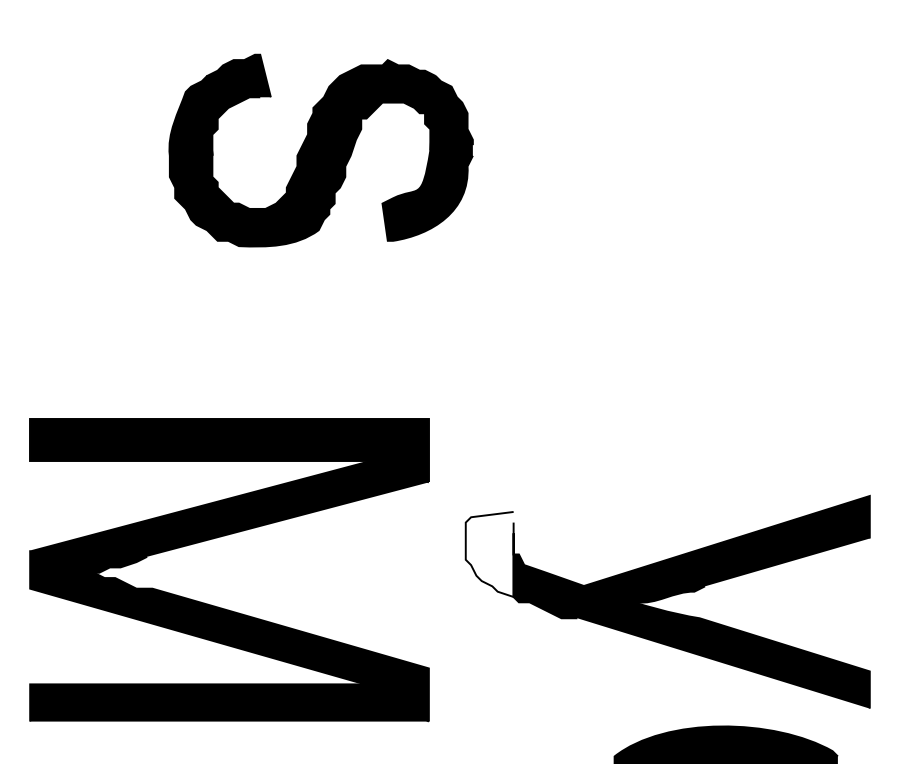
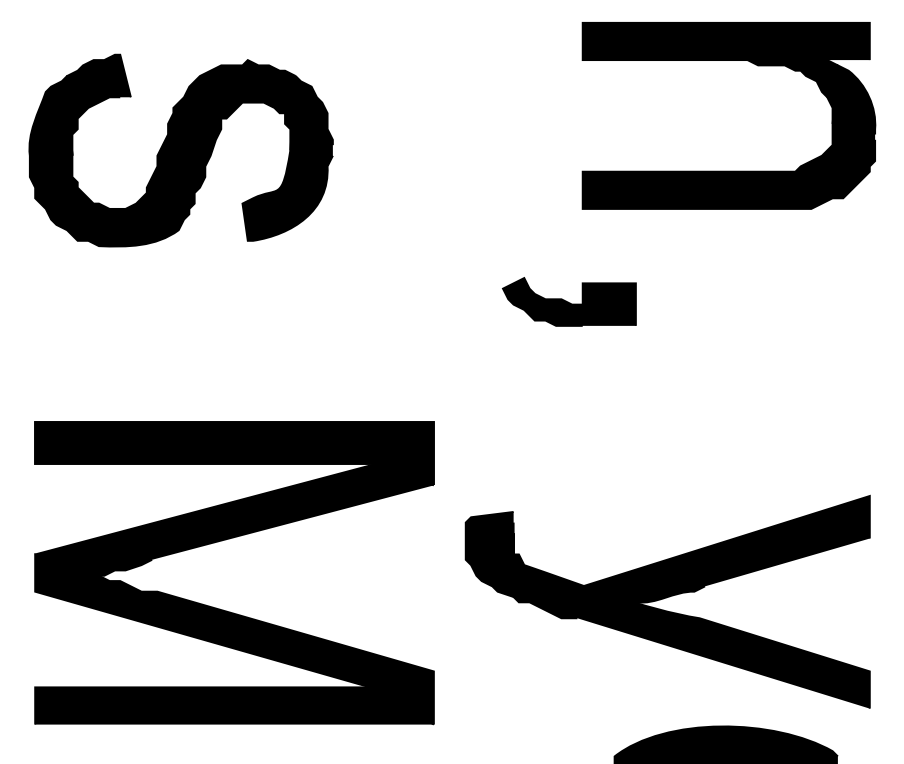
part at (728, 60): none -> present
part at (320, 150) position: (320, 150) -> (180, 150)
part at (569, 301): none -> present
part at (221, 537) position: (221, 537) -> (226, 540)
fill at (489, 554): none -> present
